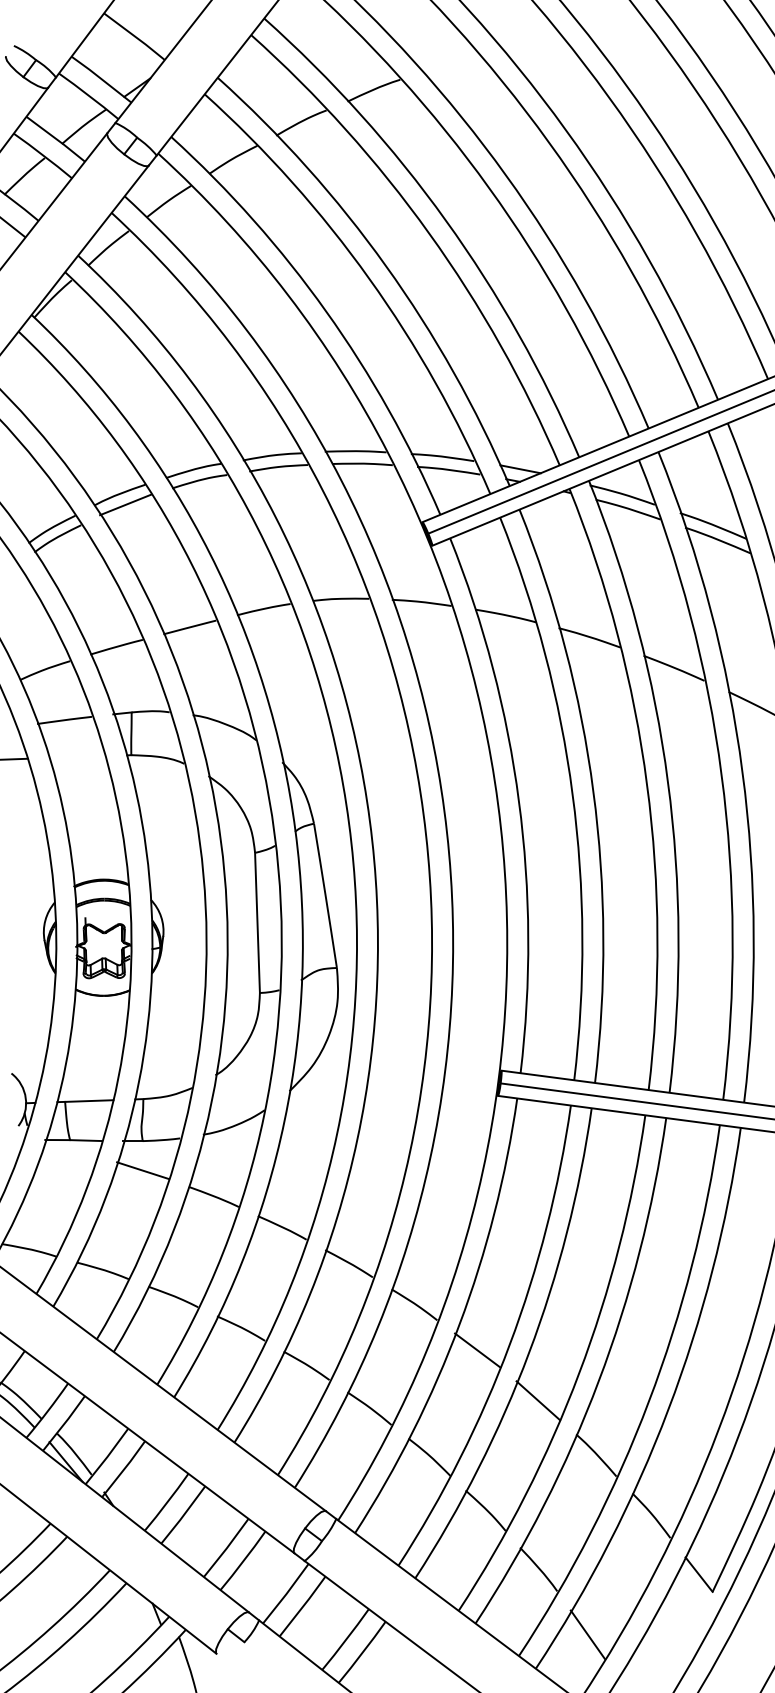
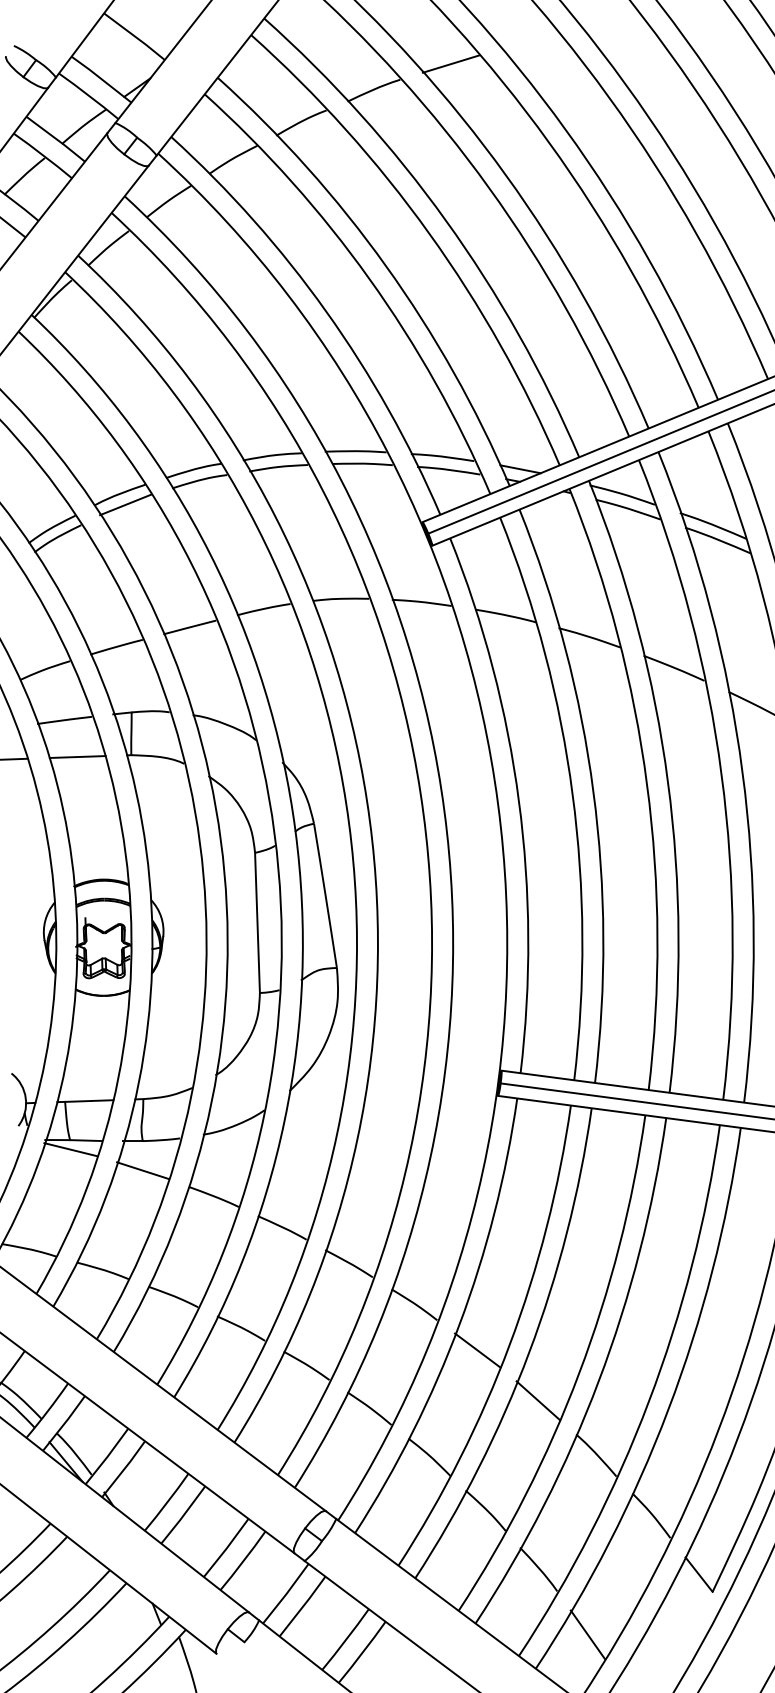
line at (450, 63): none -> present
line at (77, 756): none -> present
line at (70, 1149): none -> present
